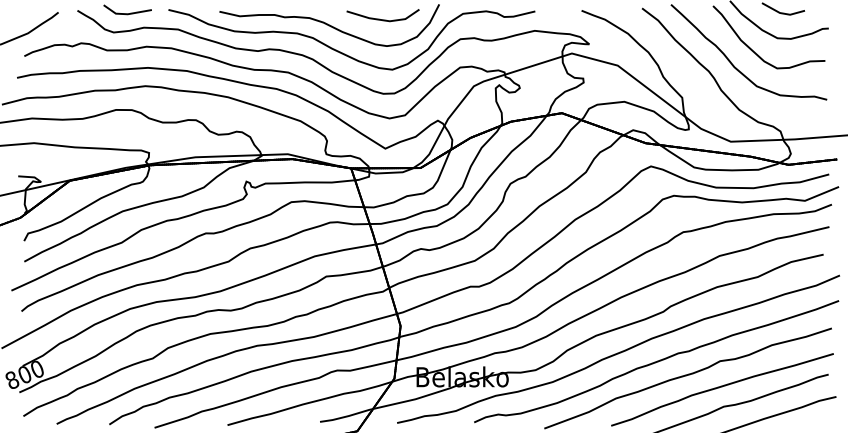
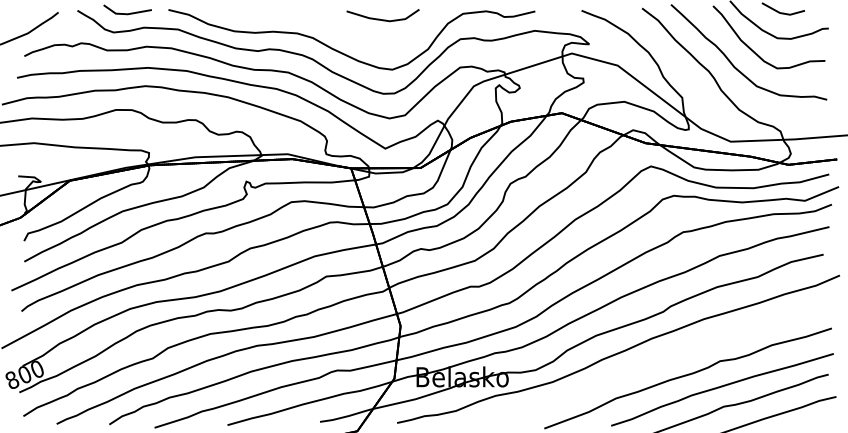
curve at (329, 25): present -> none
part at (656, 361): present -> none
